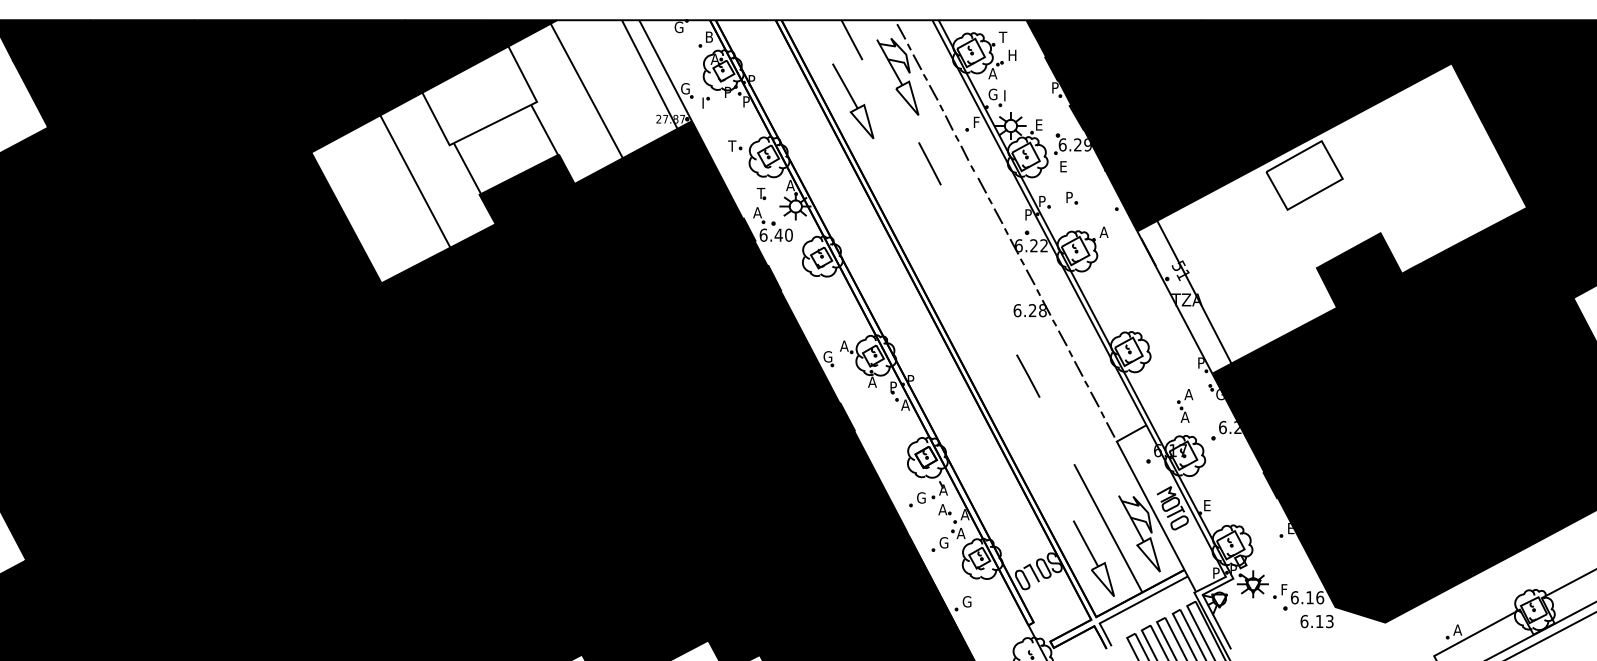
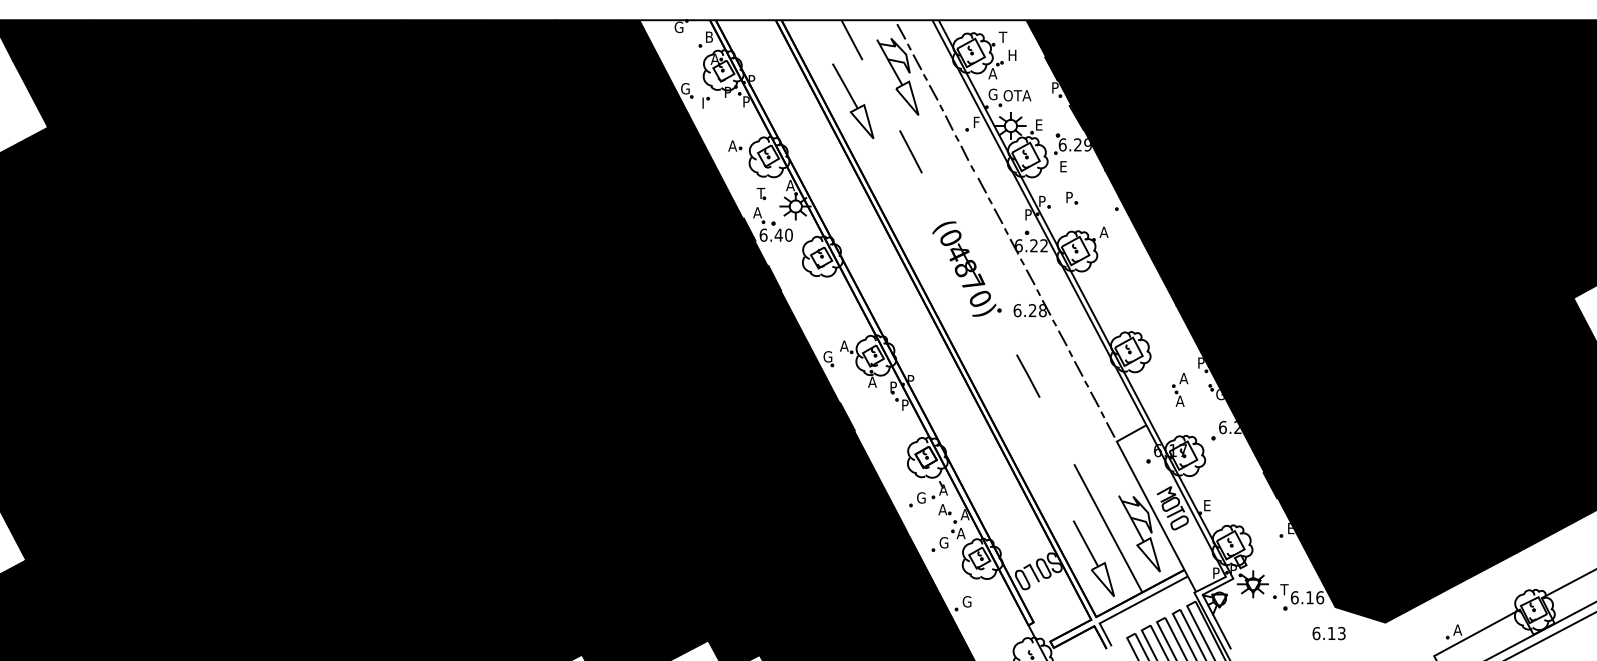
text at (1017, 95): I -> OTA
text at (732, 145): T -> A
fill at (501, 151): none -> present
line at (929, 163) position: (929, 163) -> (910, 151)
fill at (1332, 218): none -> present
part at (966, 268): none -> present
text at (905, 404): A -> P
part at (1185, 405) position: (1185, 405) -> (1180, 389)
text at (1284, 589): F -> T
text at (1316, 621) position: (1316, 621) -> (1328, 633)
